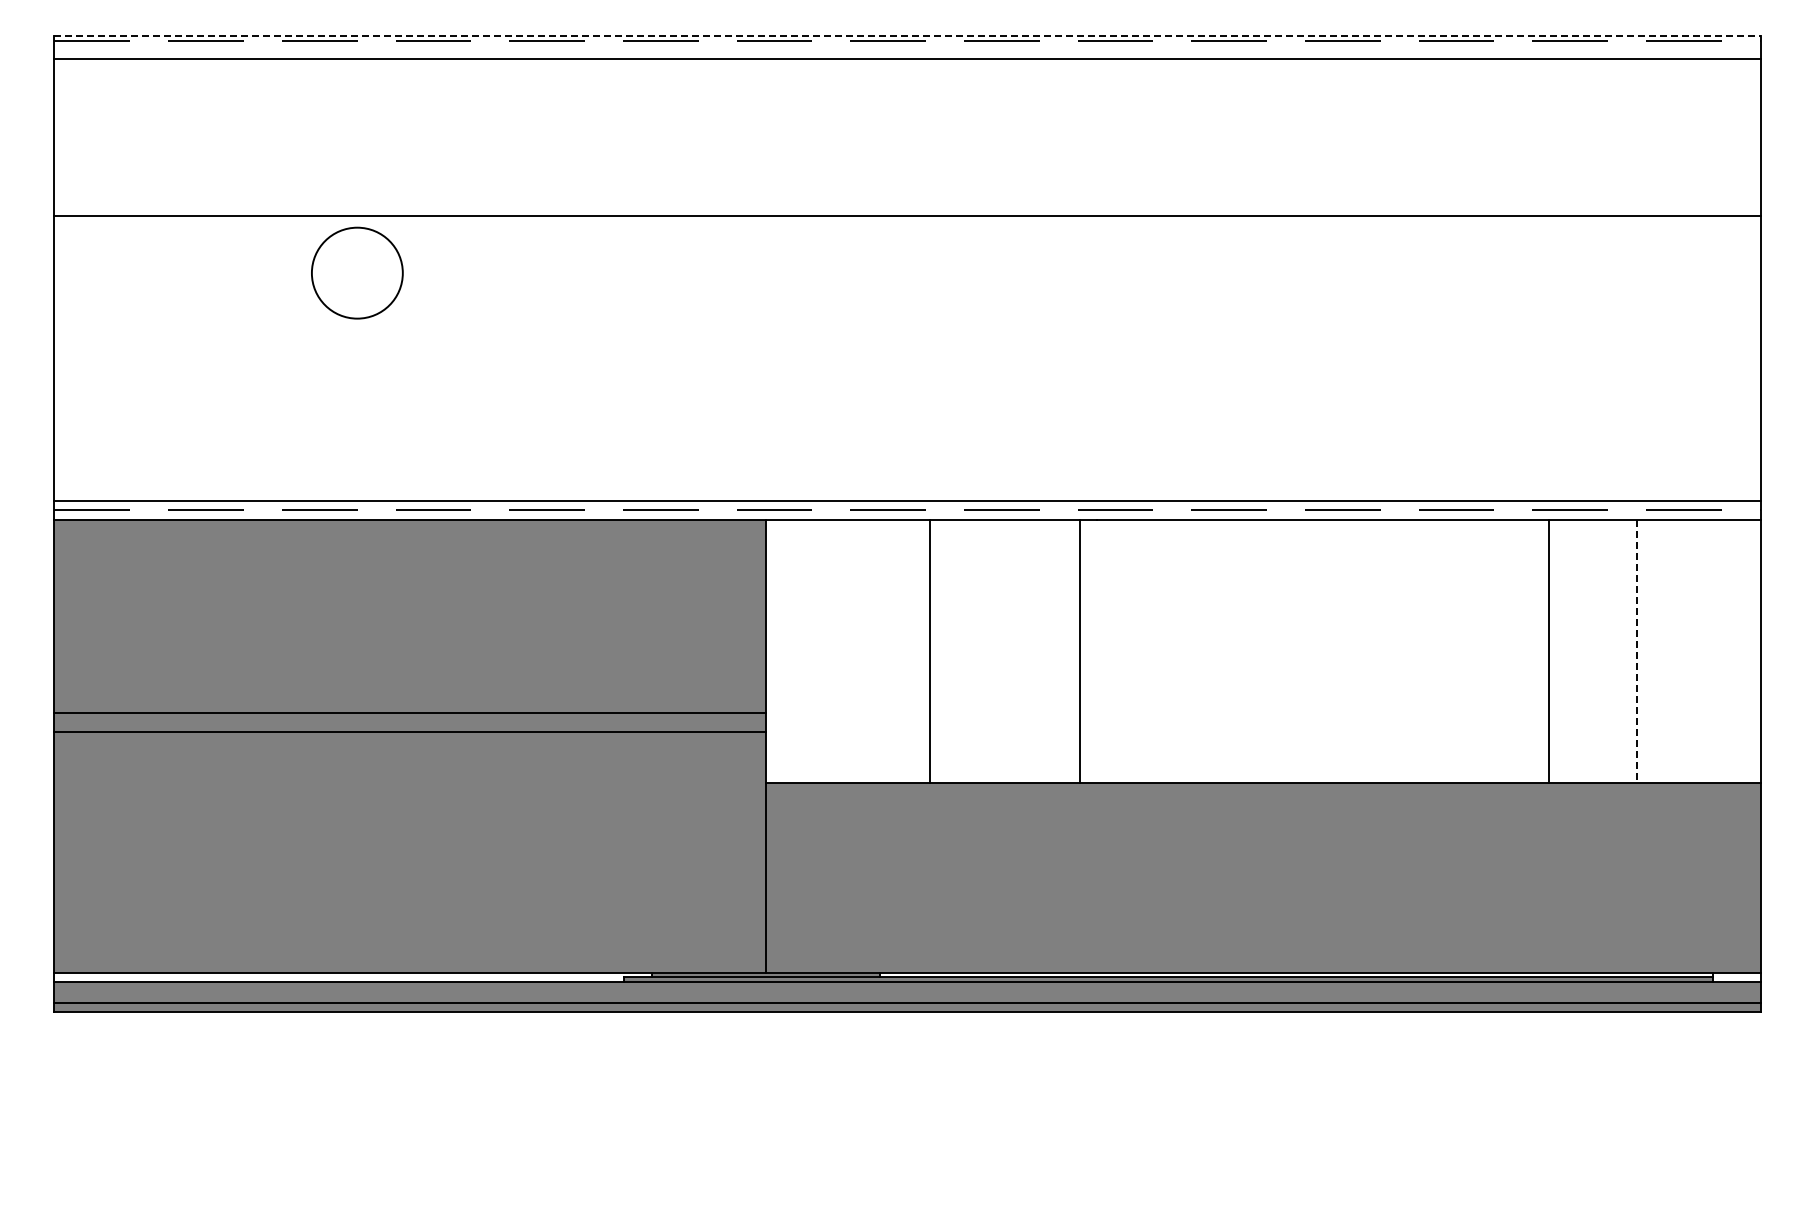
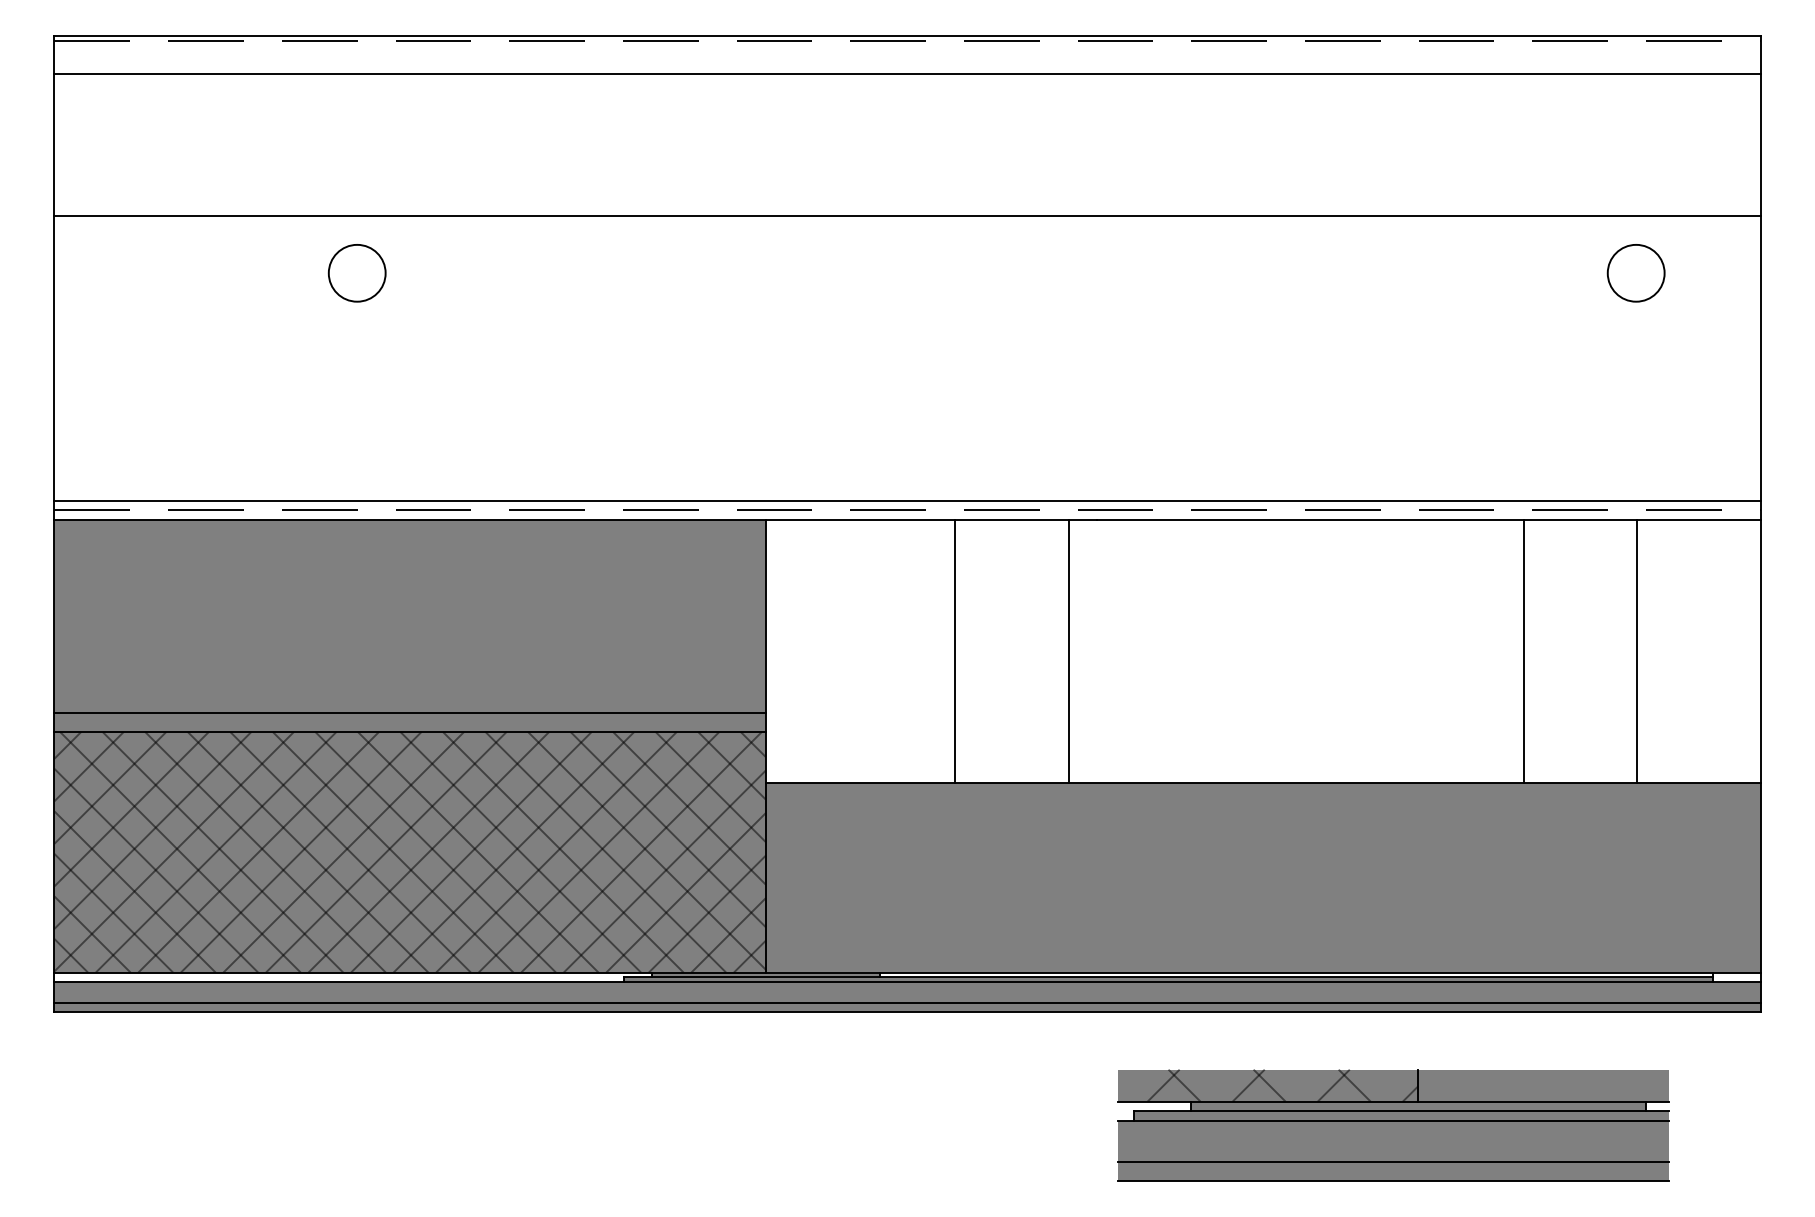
line at (908, 36): dashed -> solid
line at (907, 59) position: (907, 59) -> (907, 74)
circle at (357, 272) size: 93x94 px -> 60x59 px
circle at (1635, 273): none -> present
line at (930, 651) position: (930, 651) -> (955, 651)
line at (1080, 651) position: (1080, 651) -> (1069, 651)
line at (1548, 651) position: (1548, 651) -> (1523, 651)
line at (1637, 651): dashed -> solid
hatch at (409, 851): none -> present
part at (1393, 1125): none -> present
